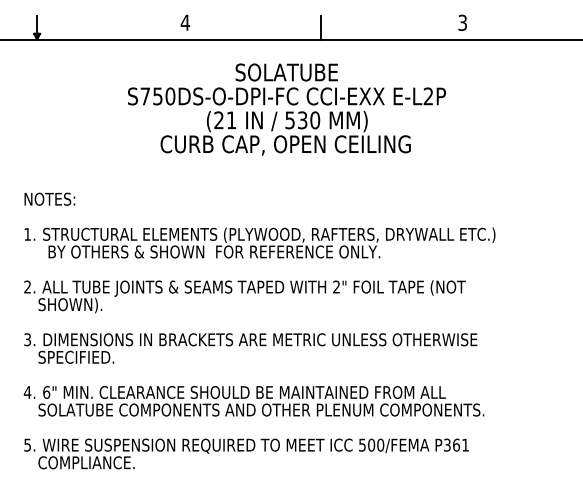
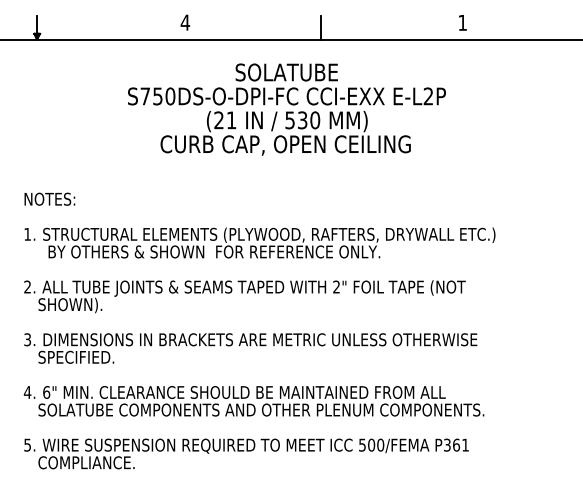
text at (462, 22): 3 -> 1
